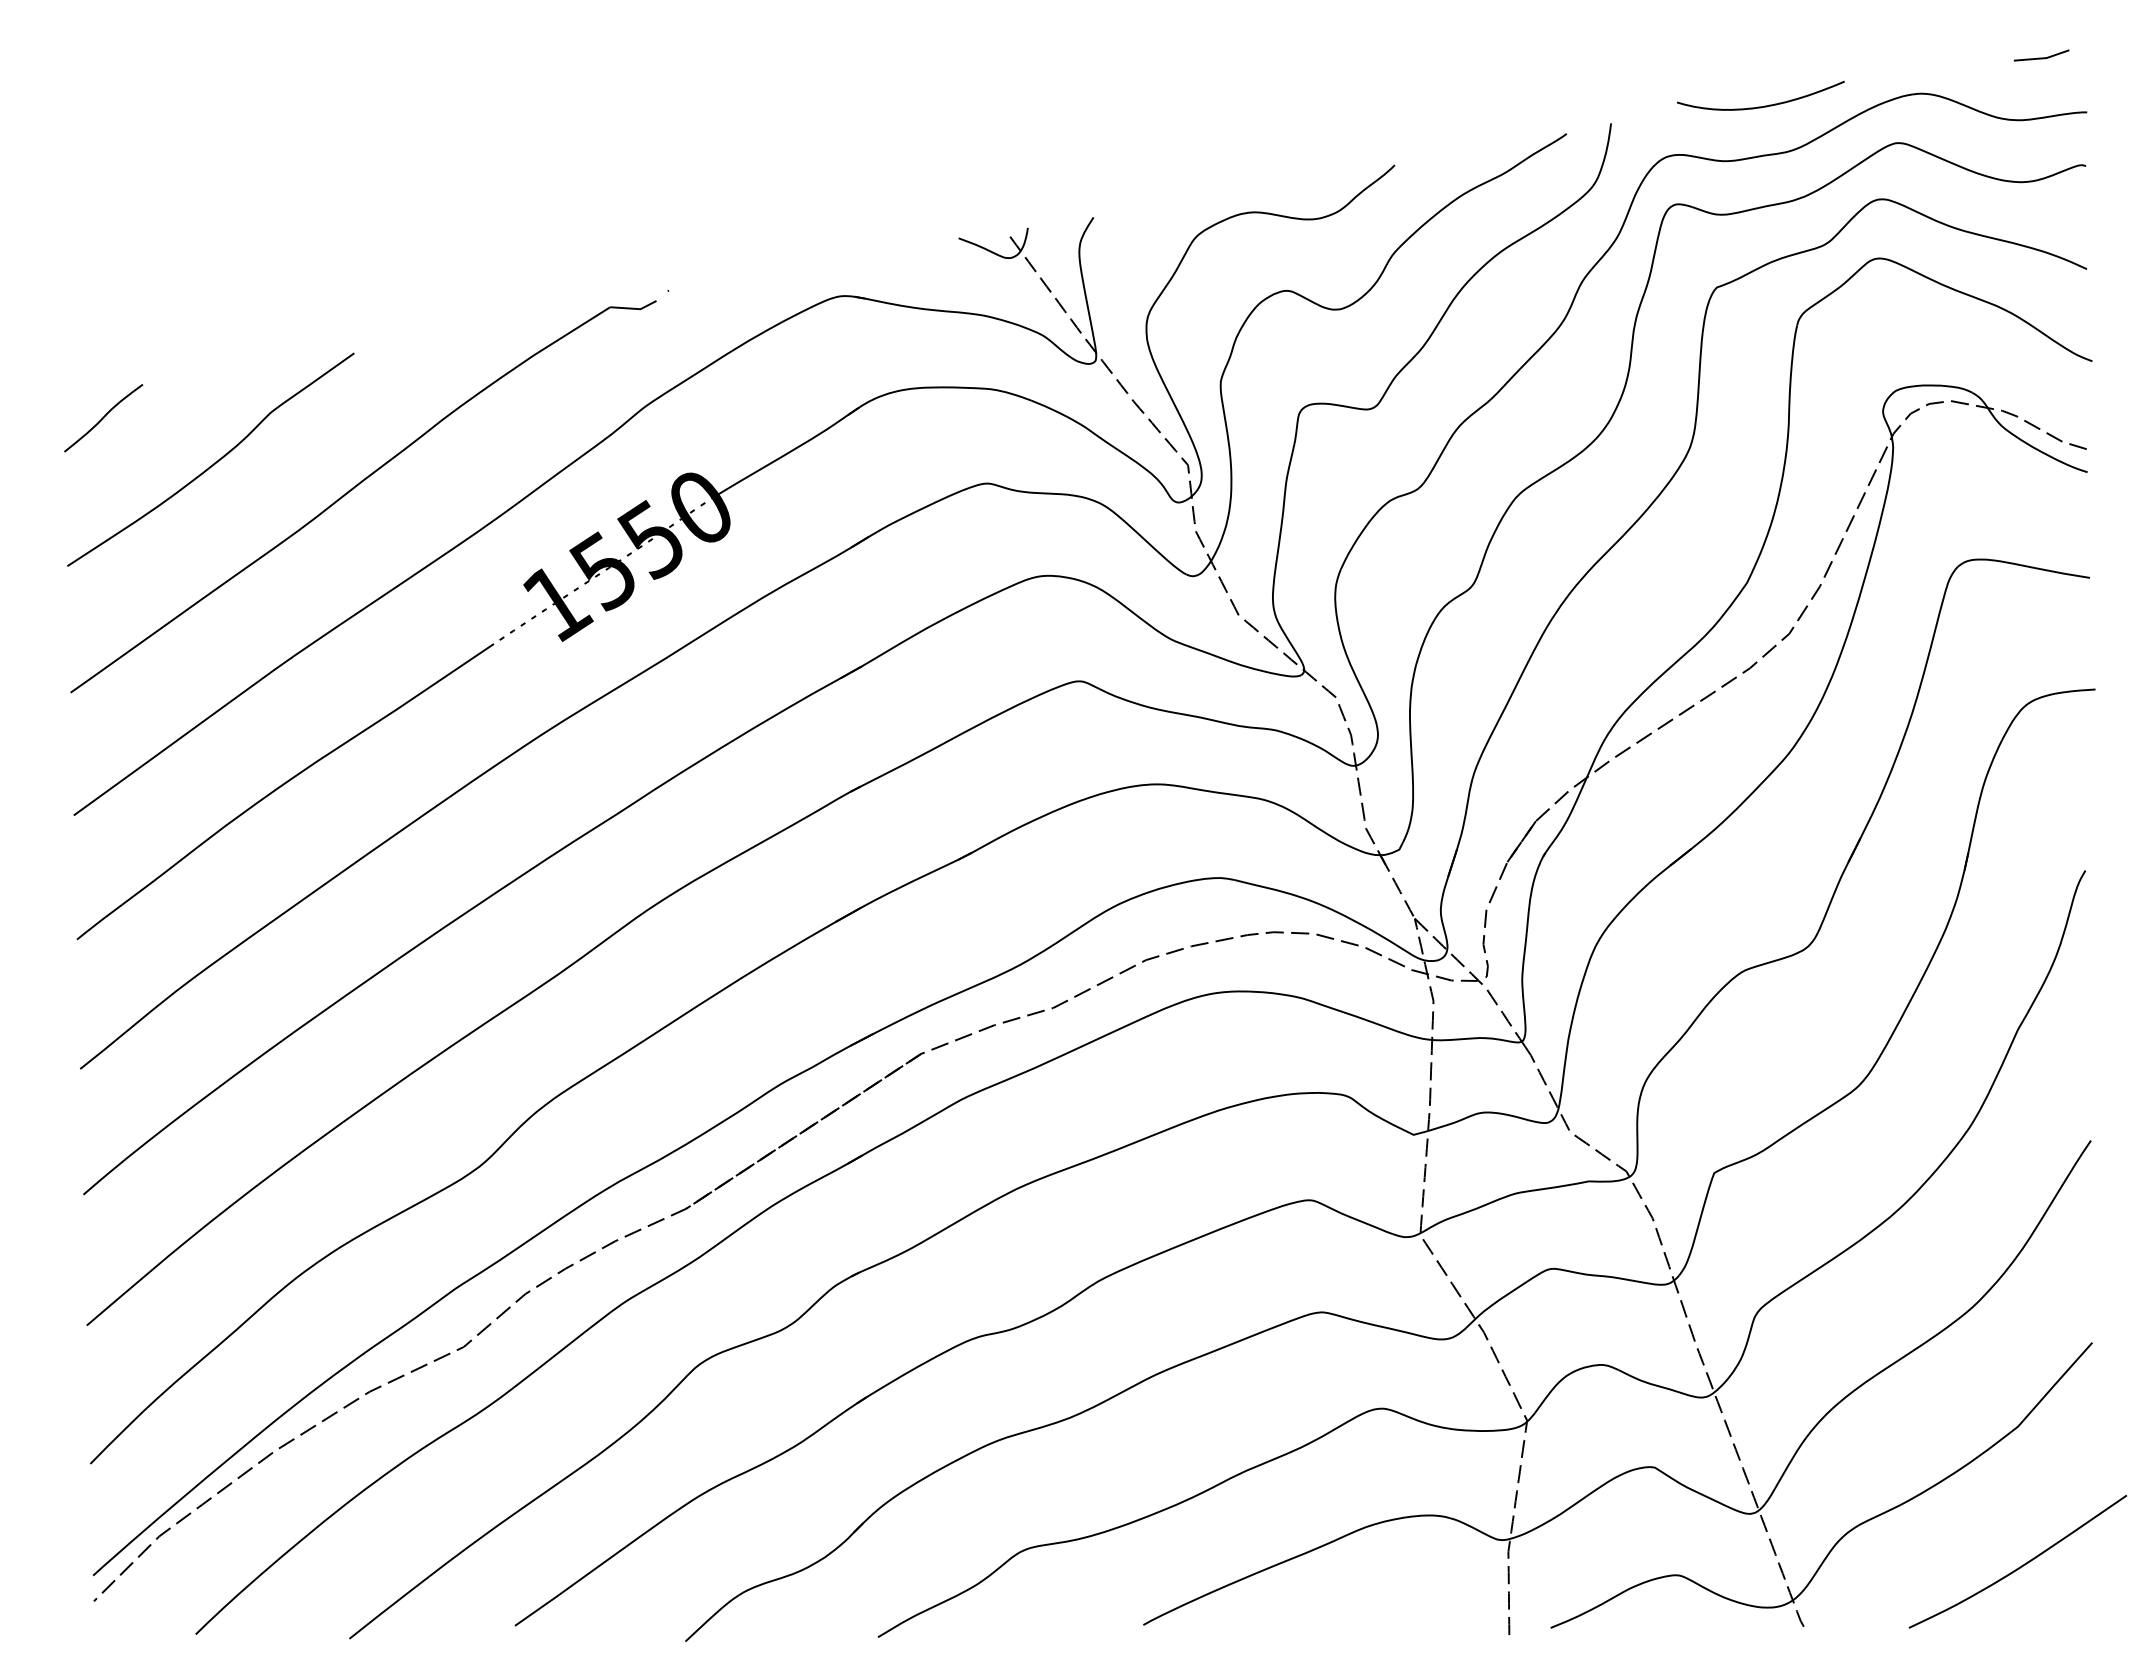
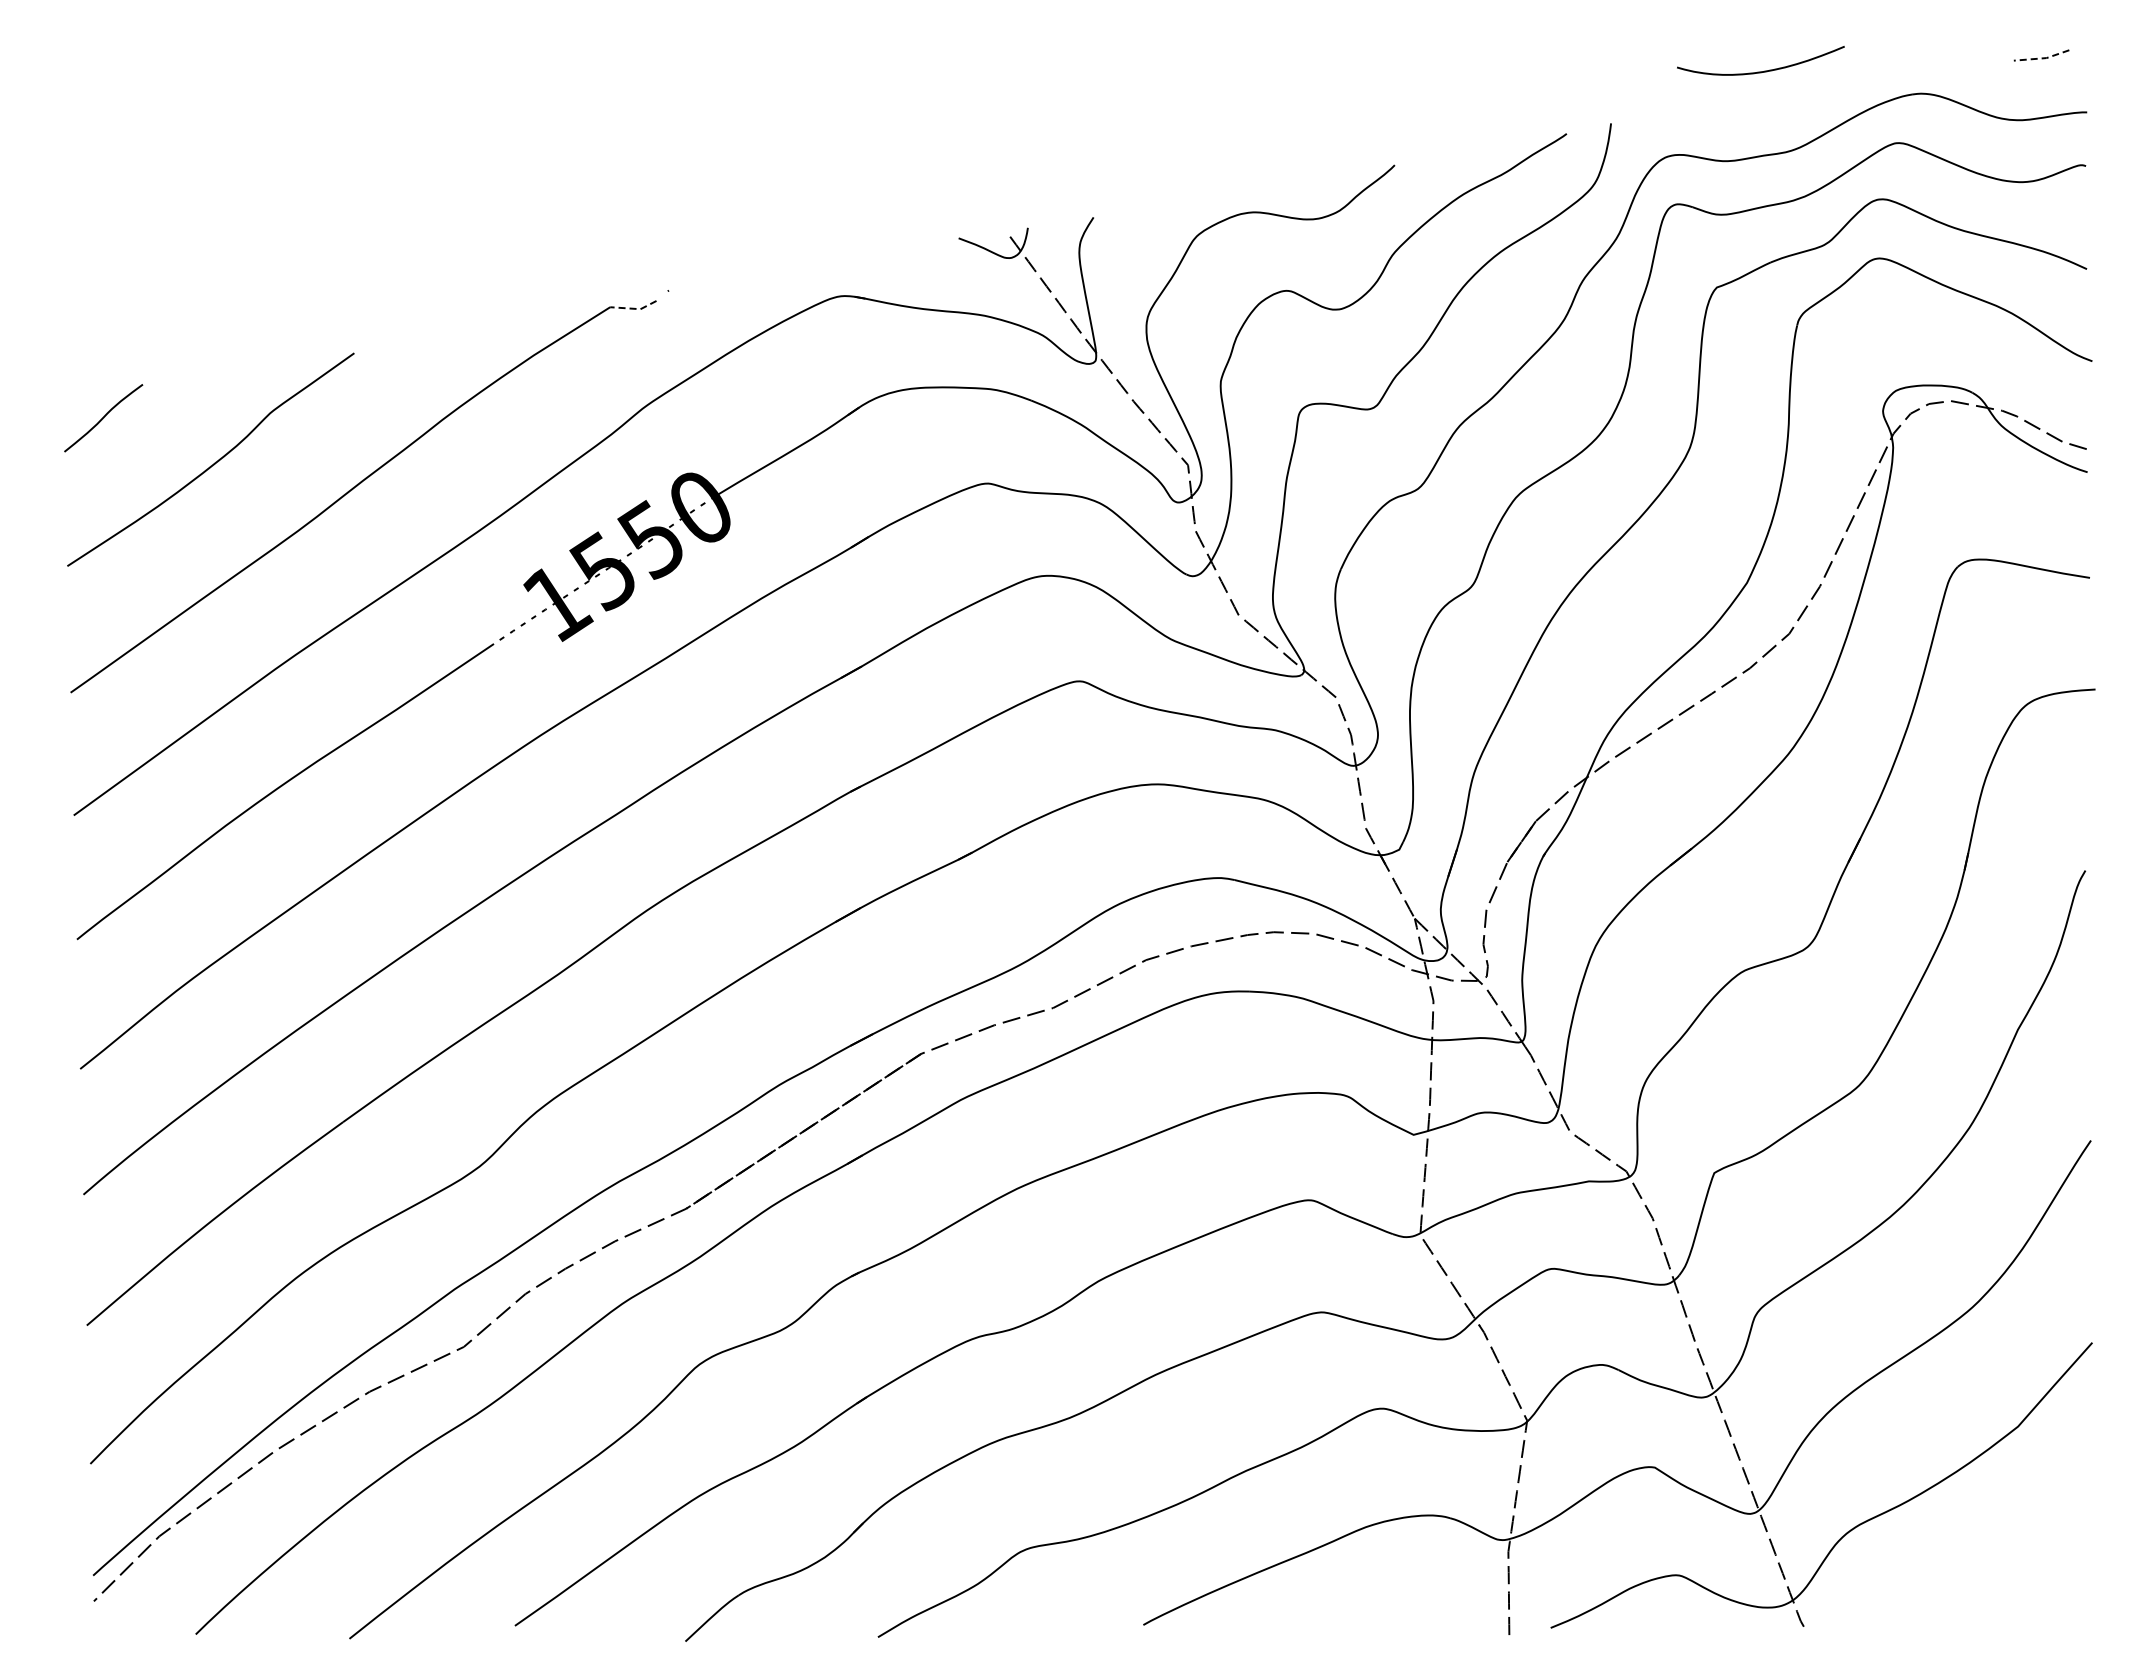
line at (2042, 58): solid -> dashed
curve at (1764, 105) position: (1764, 105) -> (1764, 70)
line at (634, 308): solid -> dashed
curve at (2019, 1566): present -> none
